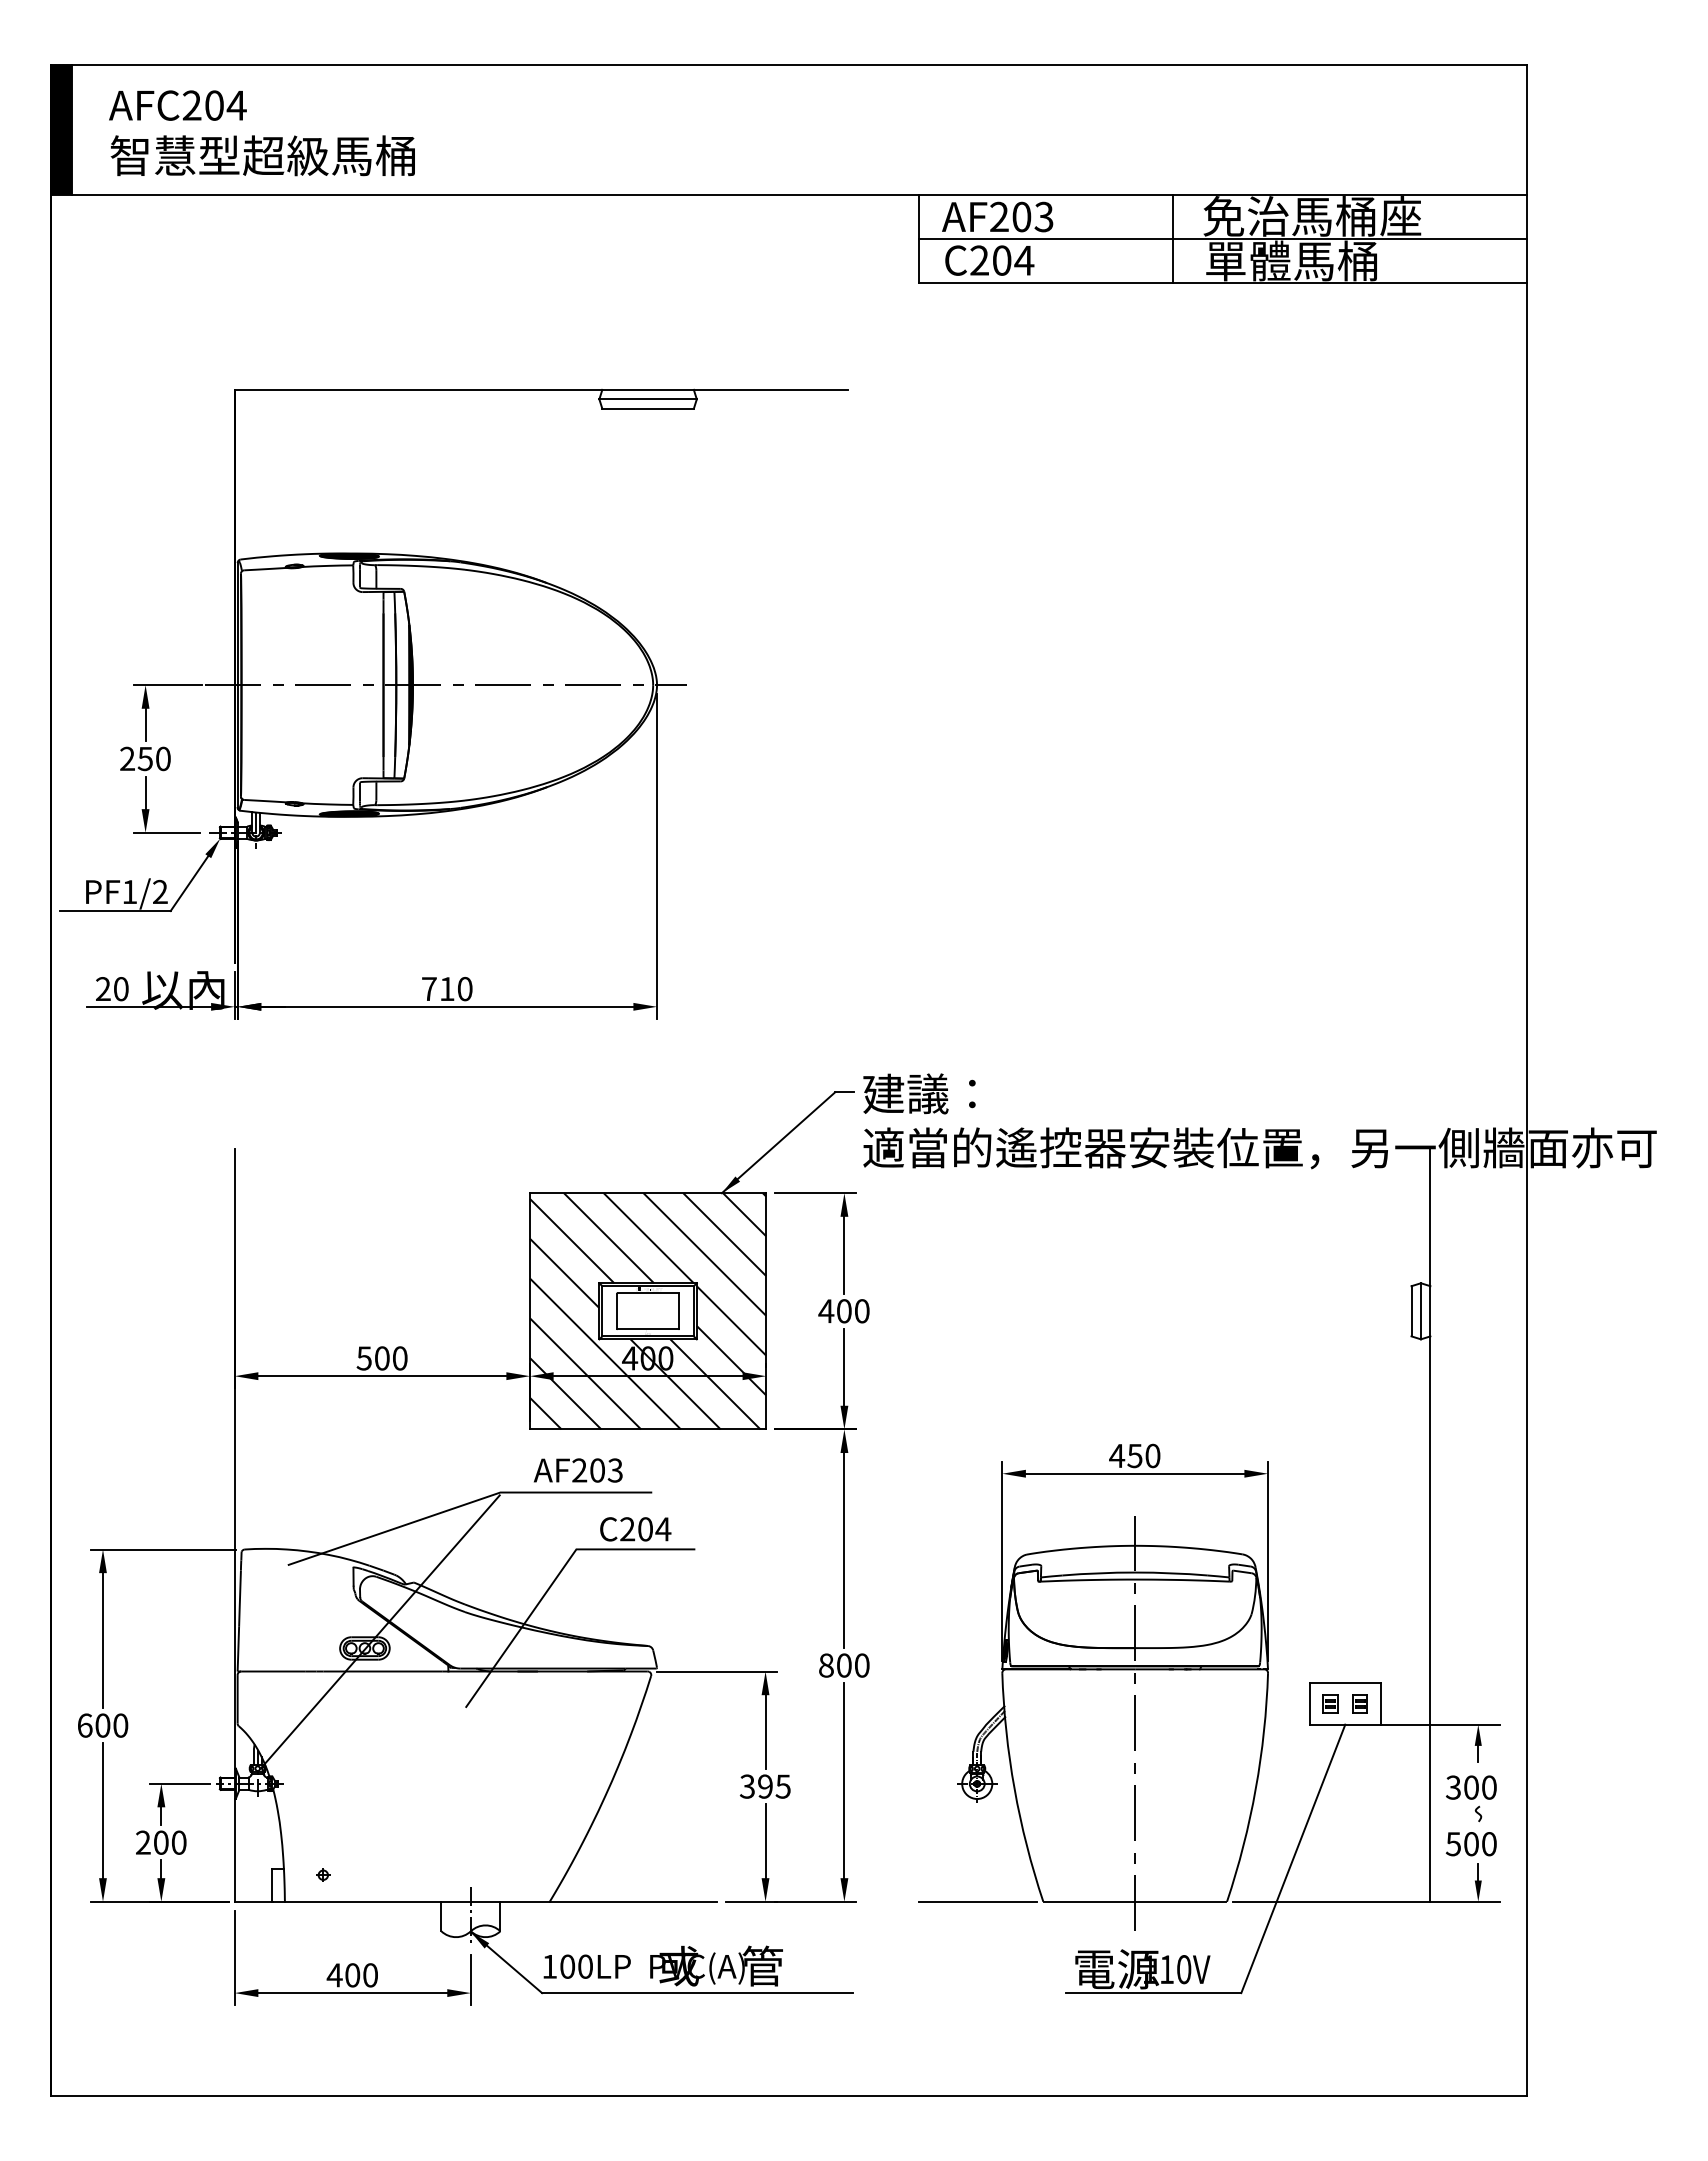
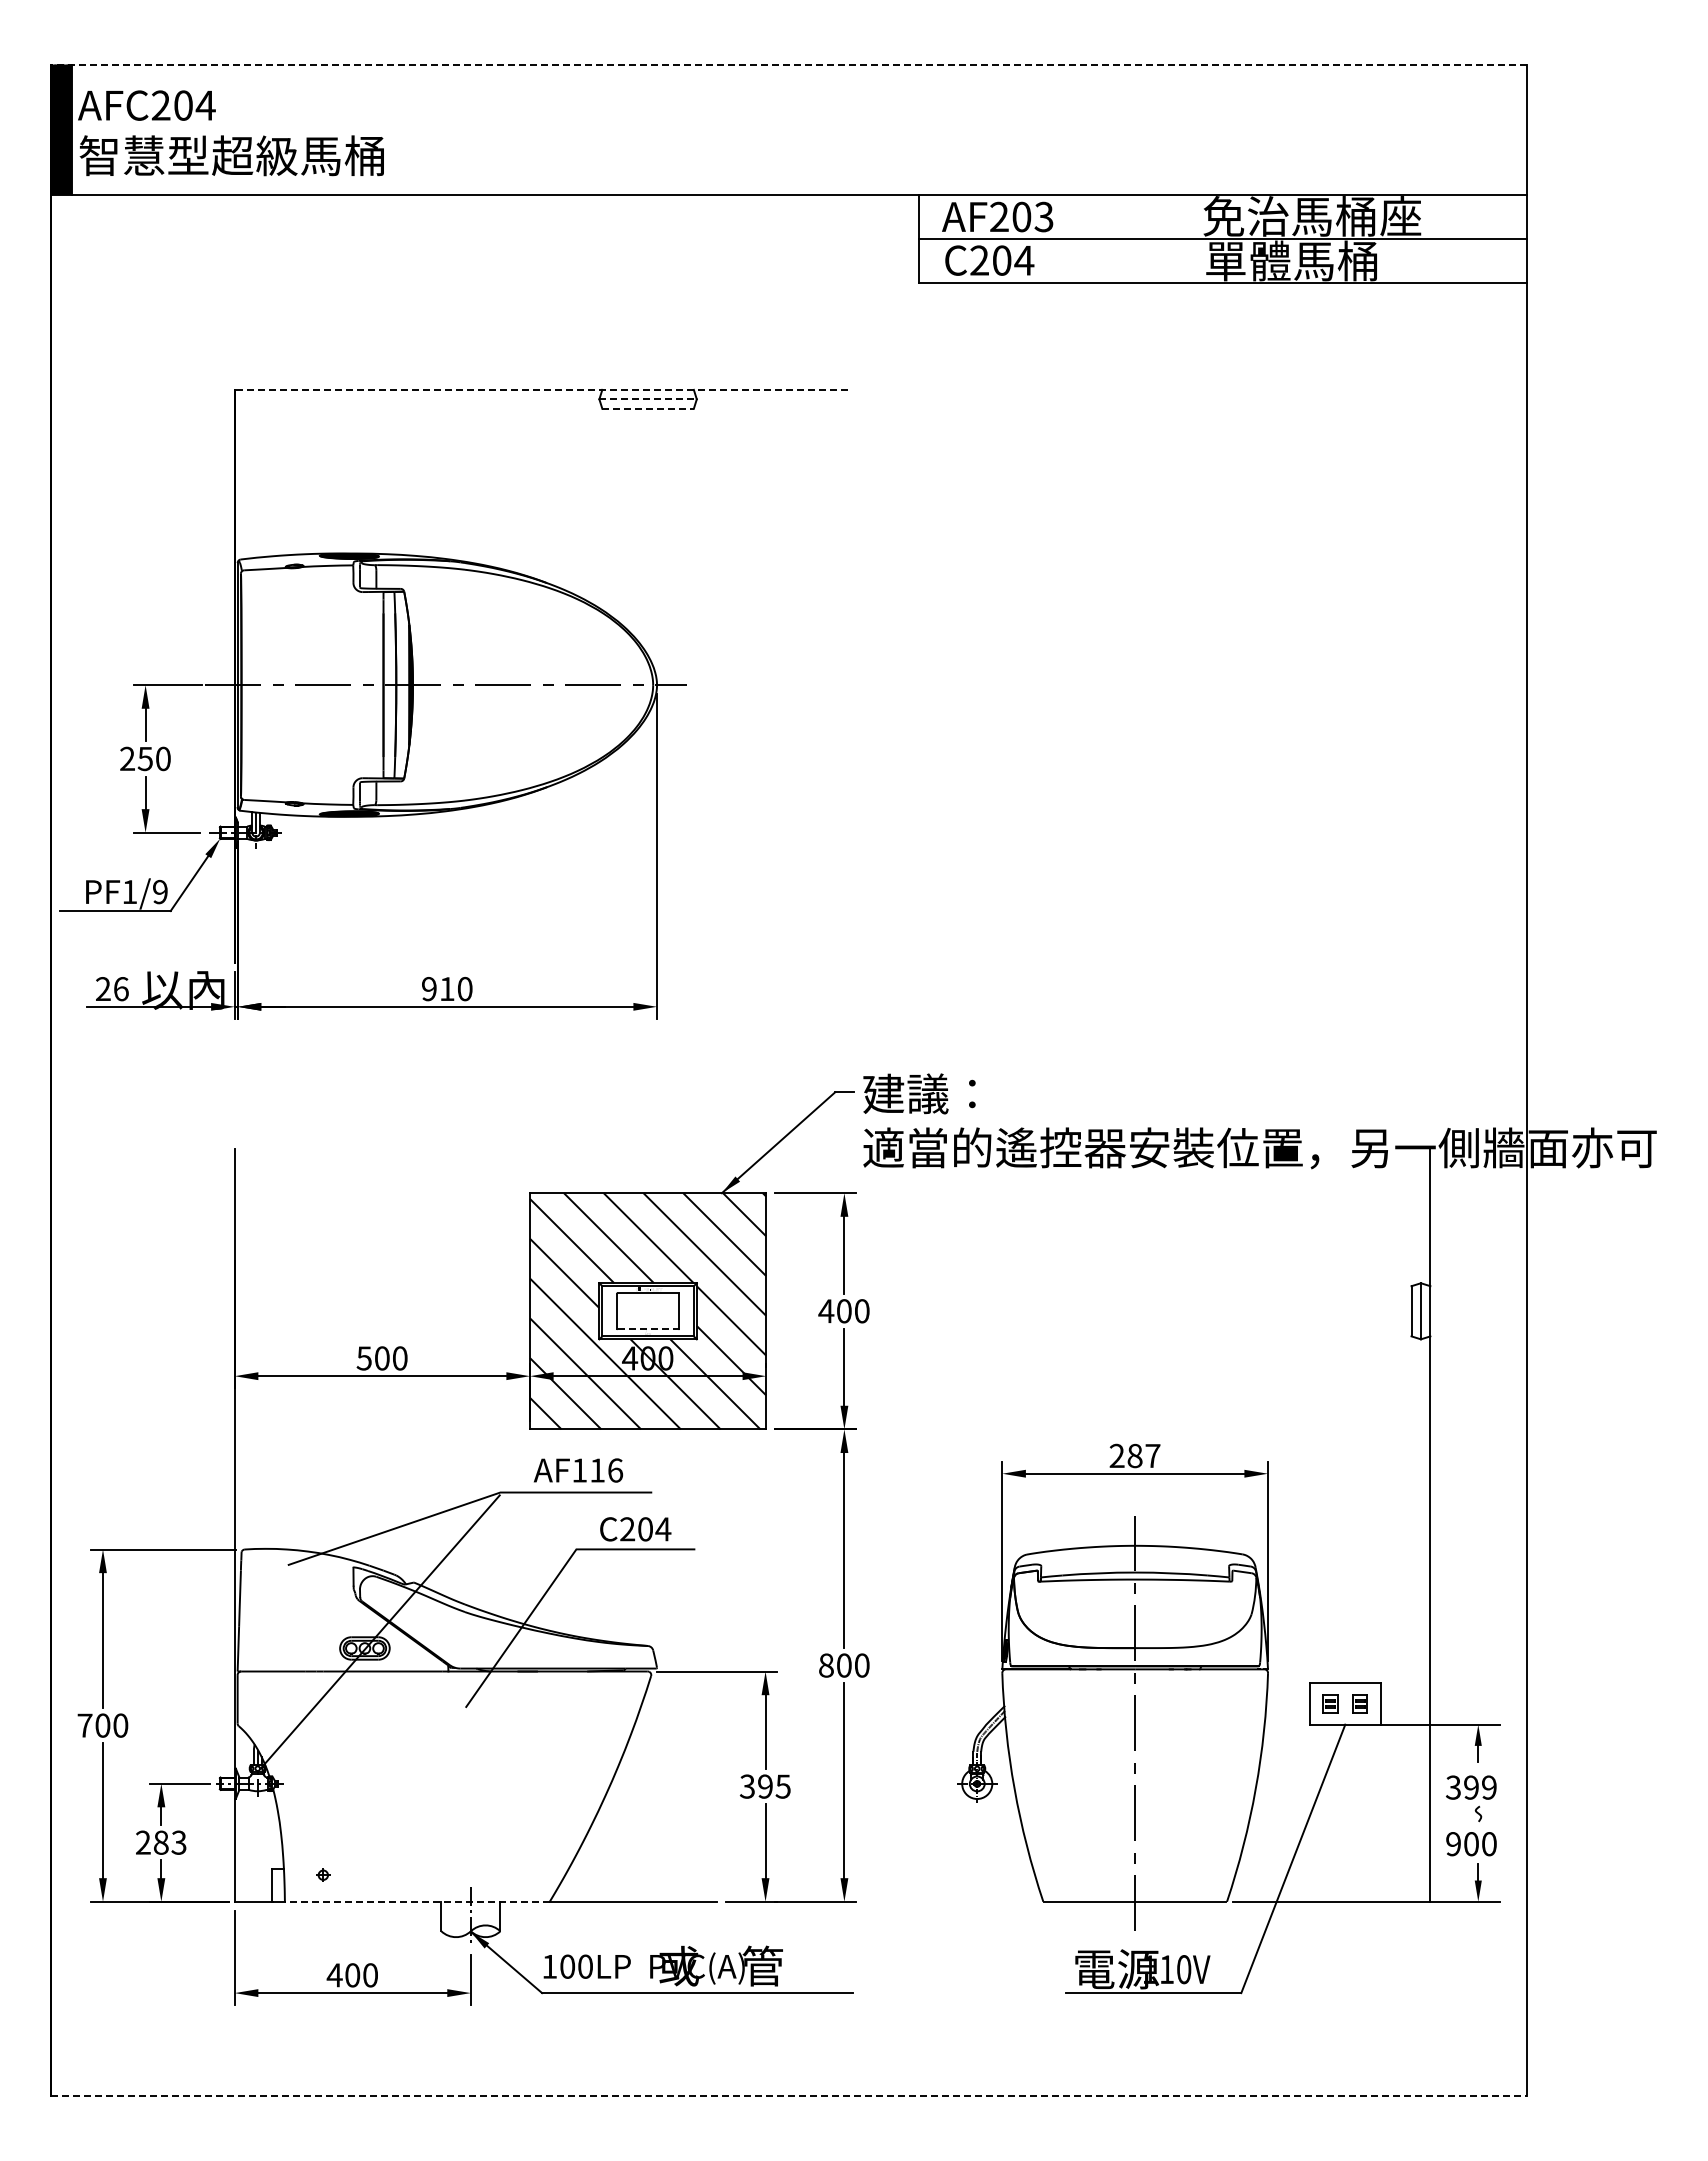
line at (788, 64): solid -> dashed
text at (261, 133) position: (261, 133) -> (230, 133)
line at (1173, 238): present -> none
line at (541, 389): solid -> dashed
line at (648, 399): solid -> dashed
line at (648, 408): solid -> dashed
text at (160, 892): PF1/2 -> PF1/9
text at (429, 988): 710 -> 910
text at (121, 989): 20 -> 26
line at (648, 1329): solid -> dashed
text at (1134, 1455): 450 -> 287
text at (597, 1470): AF203 -> AF116
text at (84, 1725): 600 -> 700
text at (1480, 1787): 300 -> 399
text at (170, 1842): 200 -> 283
text at (1452, 1844): 500 -> 900
line at (416, 1901): solid -> dashed
line at (977, 1901): present -> none
line at (789, 2096): solid -> dashed
